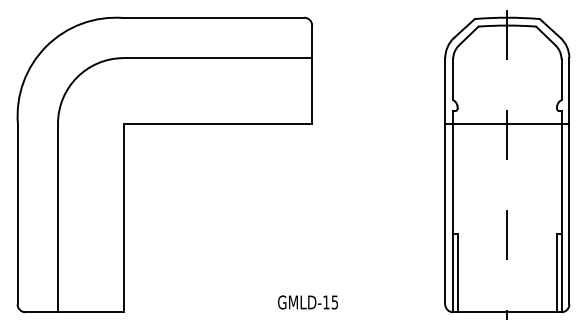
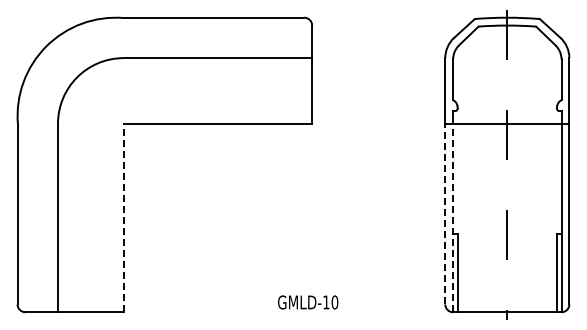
line at (445, 213): solid -> dashed
line at (123, 217): solid -> dashed
line at (453, 217): solid -> dashed
text at (334, 302): GMLD-15 -> GMLD-10
